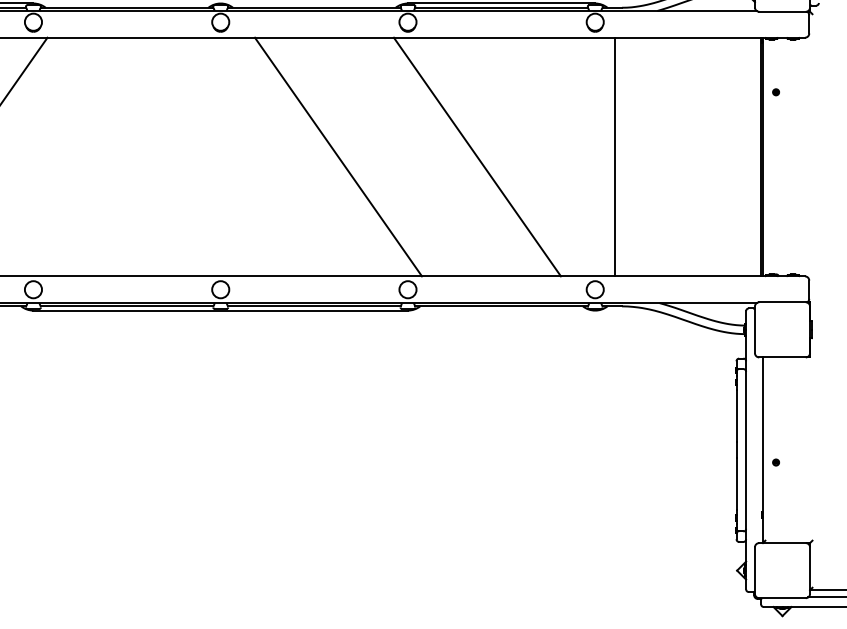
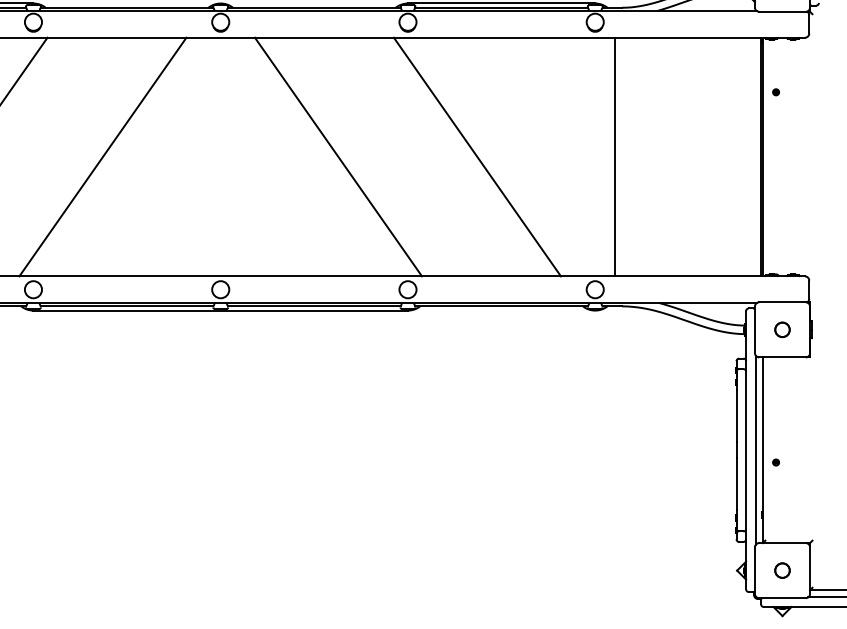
line at (102, 156): none -> present
part at (782, 329): none -> present
line at (755, 449): none -> present
circle at (782, 570): none -> present
